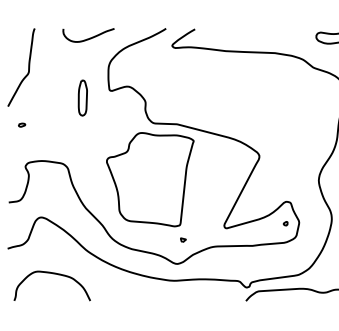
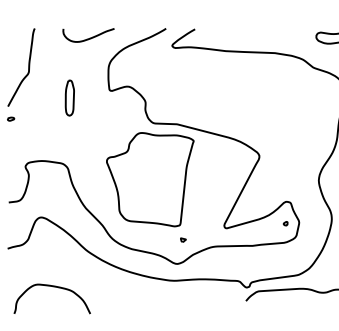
part at (82, 97) position: (82, 97) -> (69, 97)
part at (22, 124) position: (22, 124) -> (11, 118)
curve at (53, 274) position: (53, 274) -> (53, 287)
